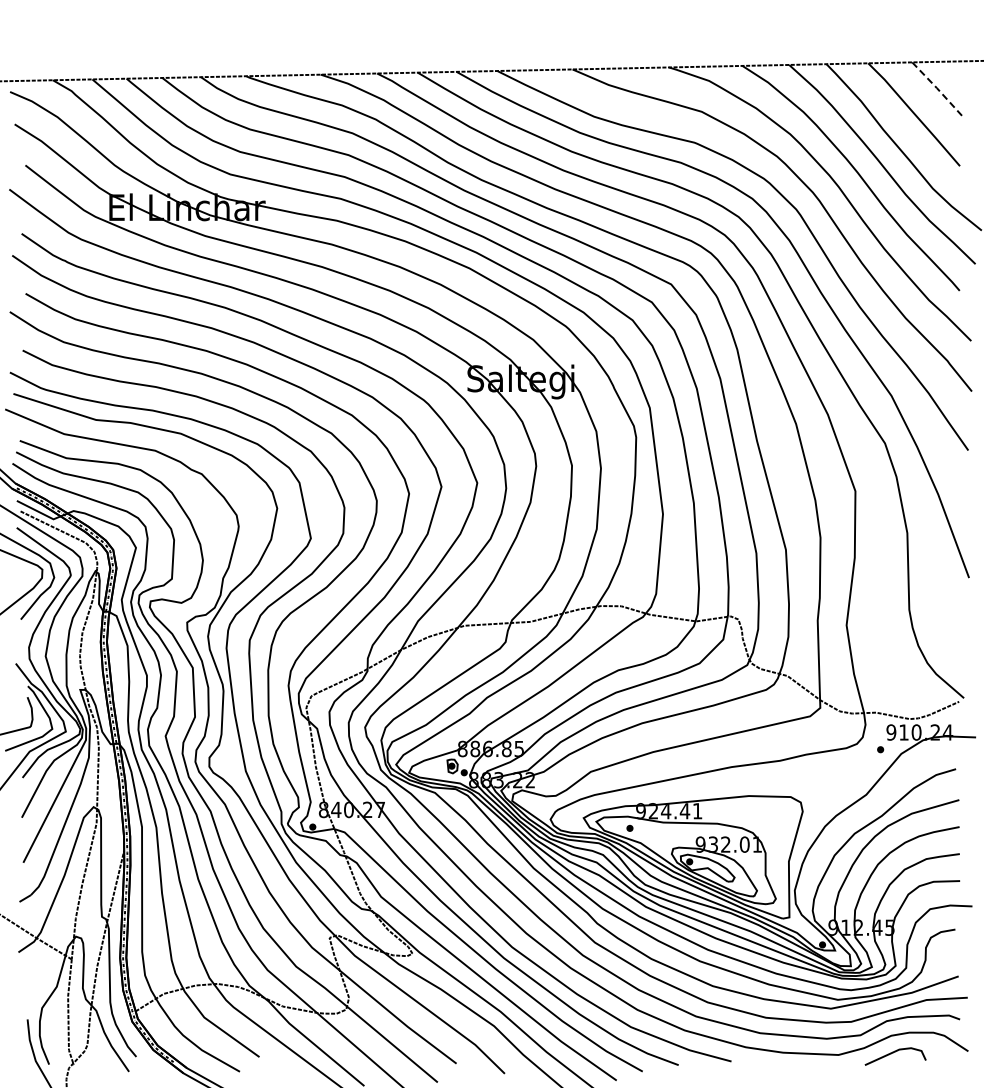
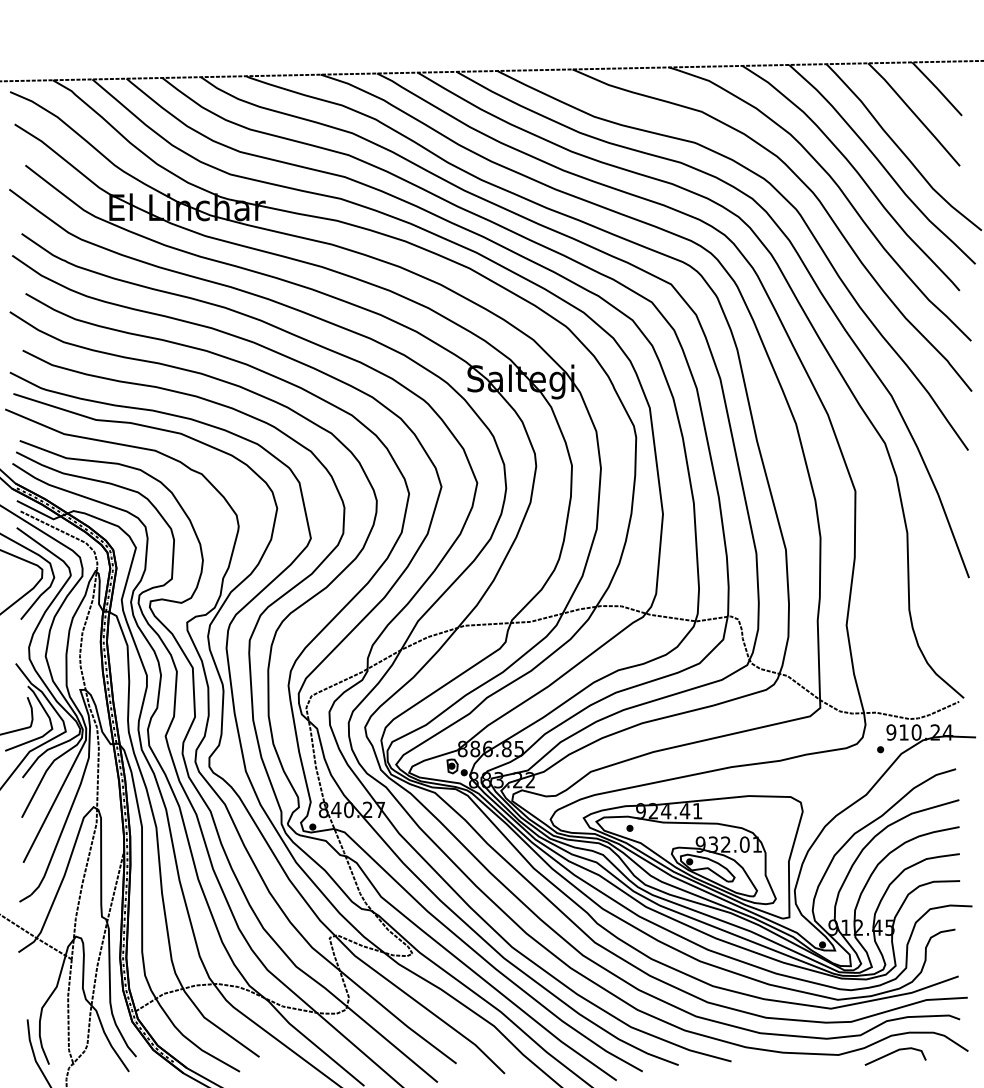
line at (937, 88): dashed -> solid
